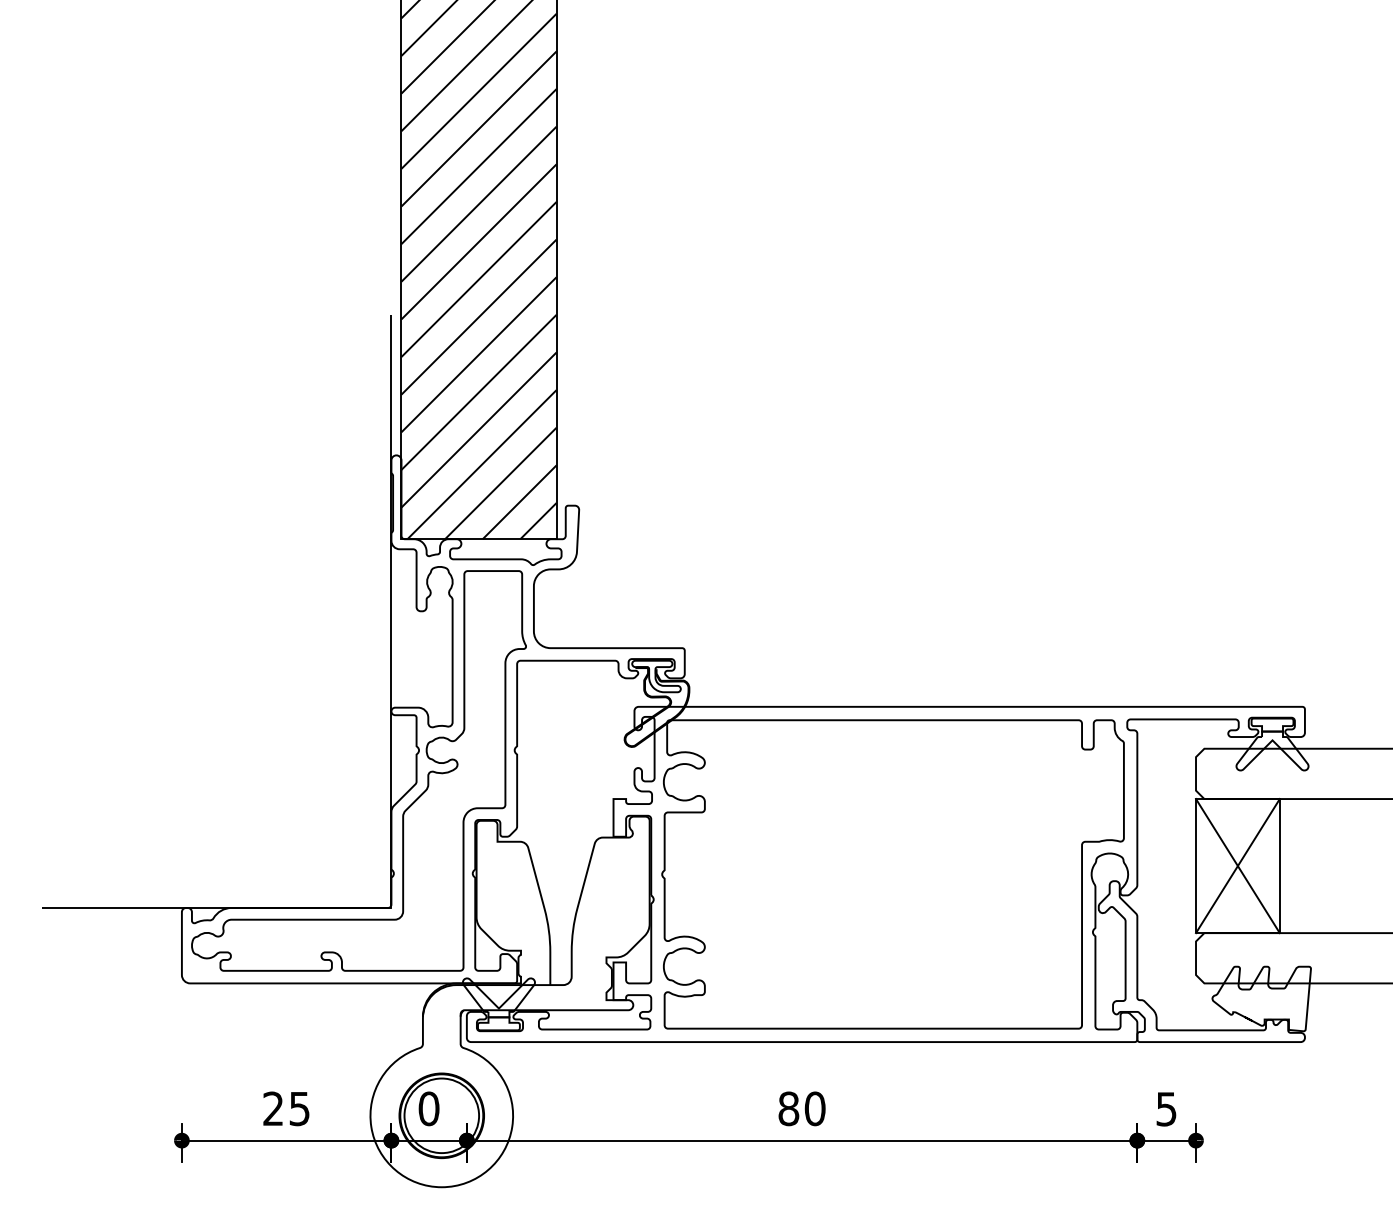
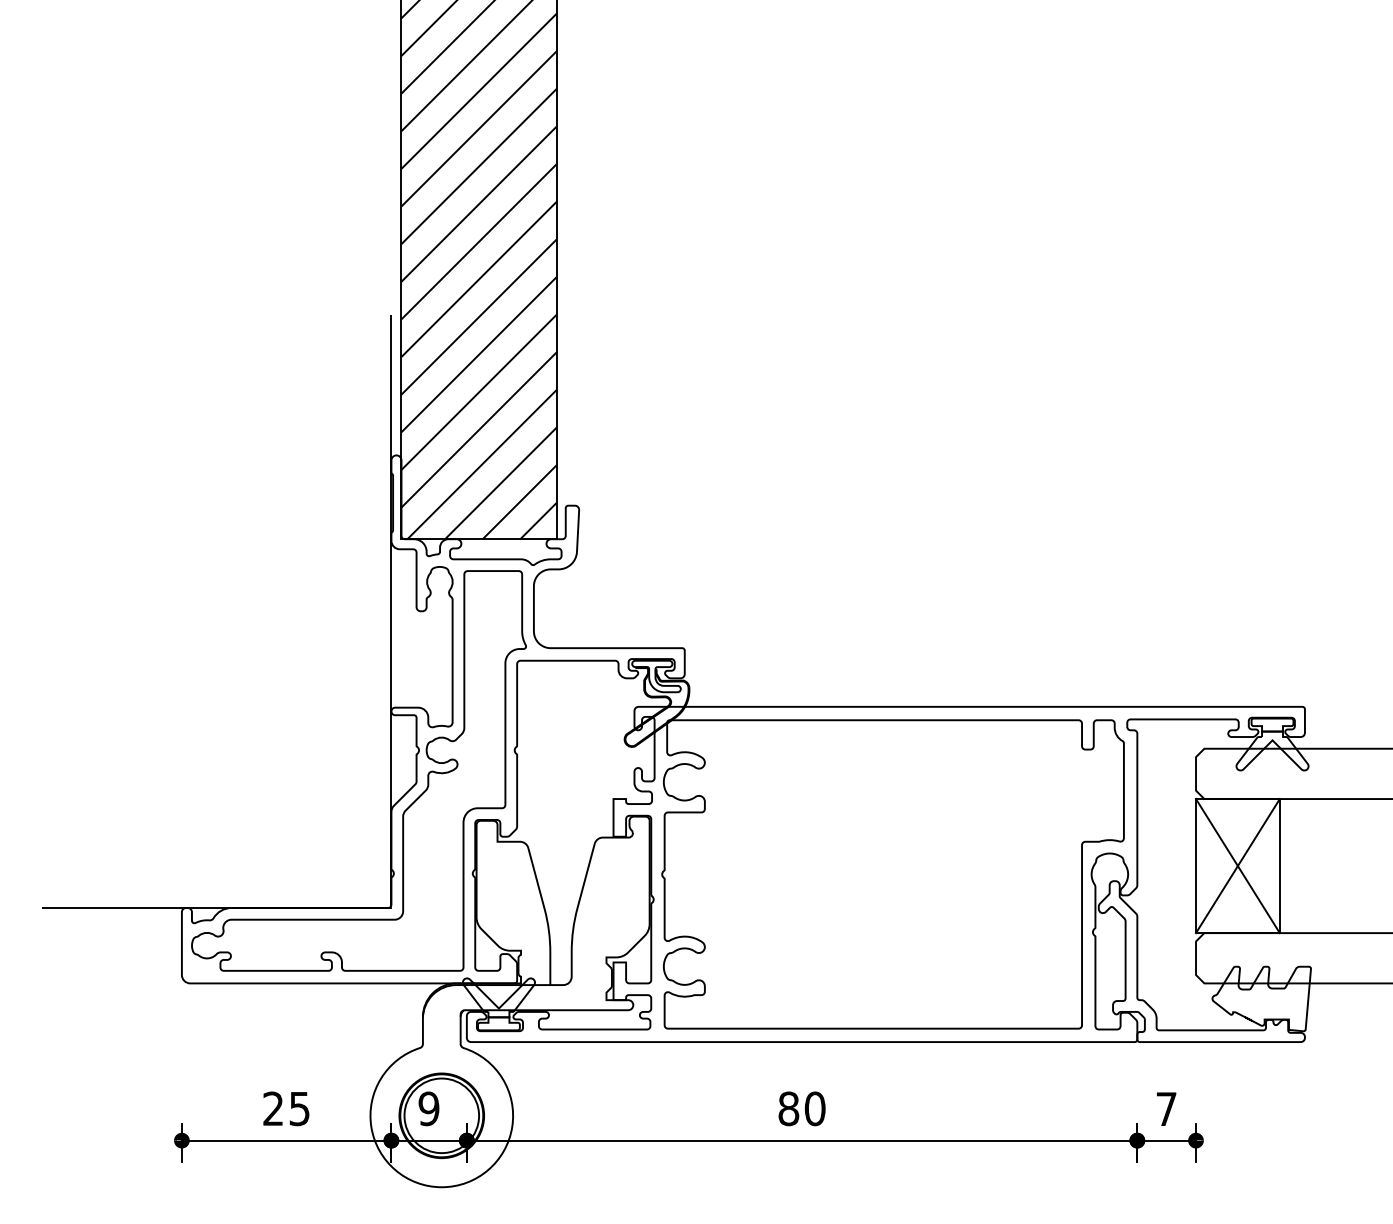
text at (428, 1108): 0 -> 9
text at (1166, 1109): 5 -> 7
